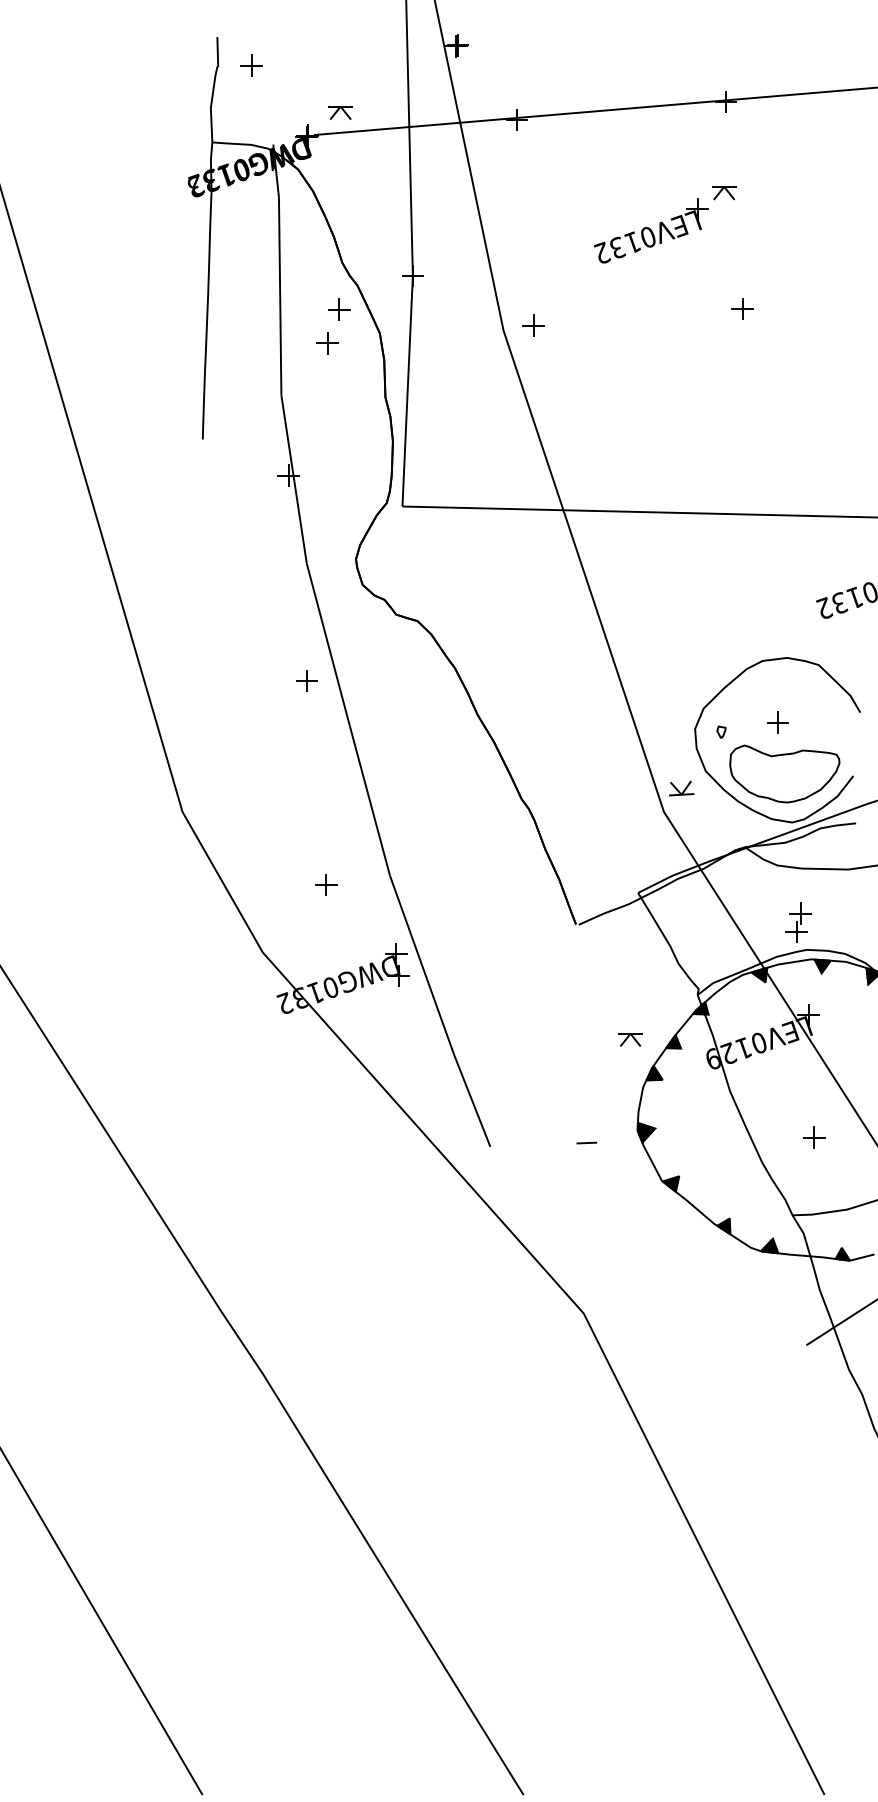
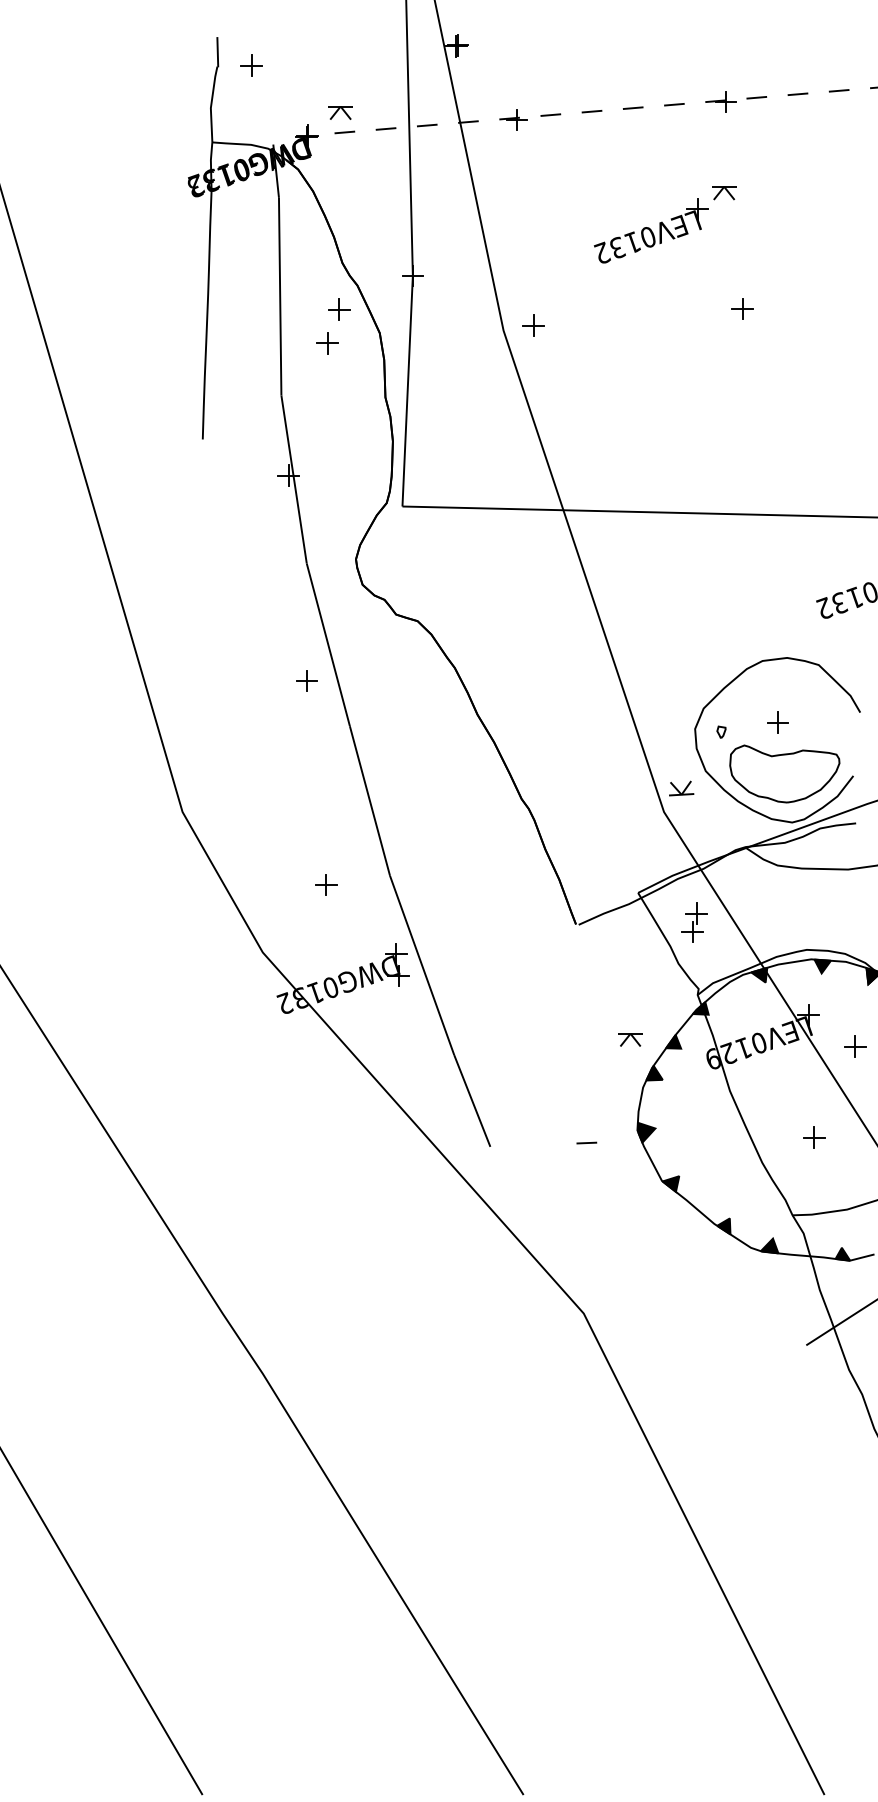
line at (595, 111): solid -> dashed
part at (798, 922) position: (798, 922) -> (694, 922)
part at (855, 1046): none -> present
